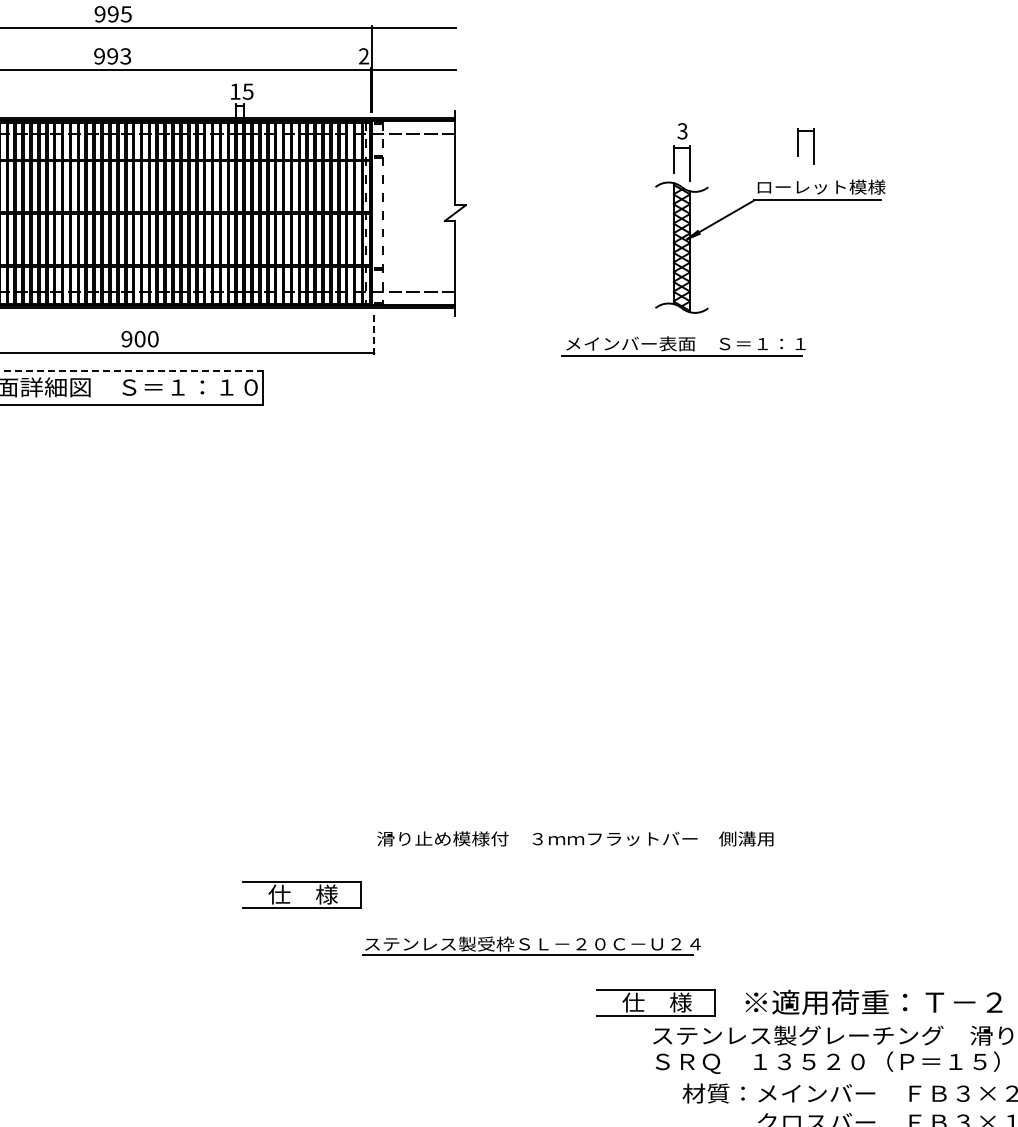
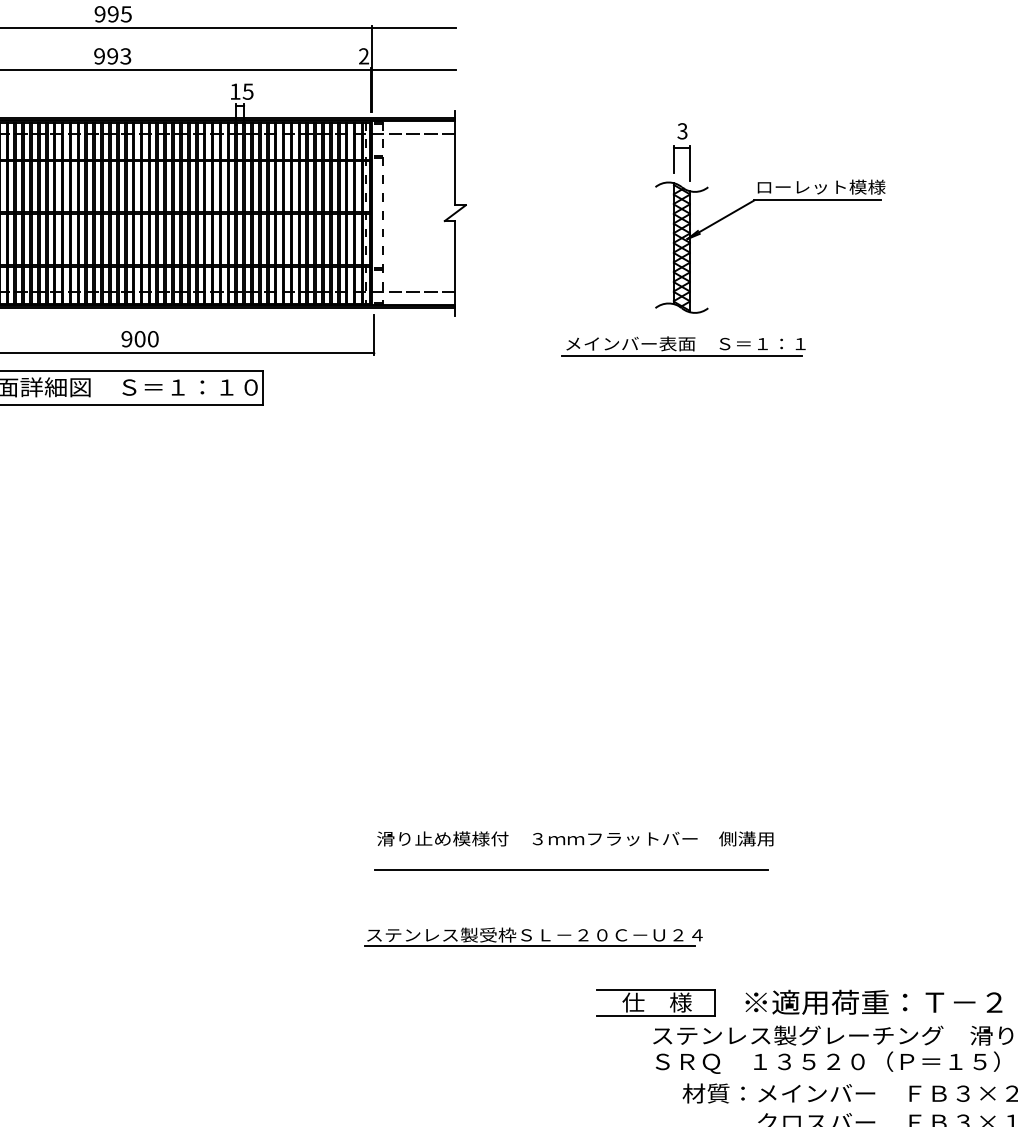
part at (798, 146): present -> none
line at (374, 335): dashed -> solid
line at (131, 371): dashed -> solid
line at (571, 869): none -> present
part at (290, 892): present -> none
part at (531, 945) position: (531, 945) -> (533, 936)
